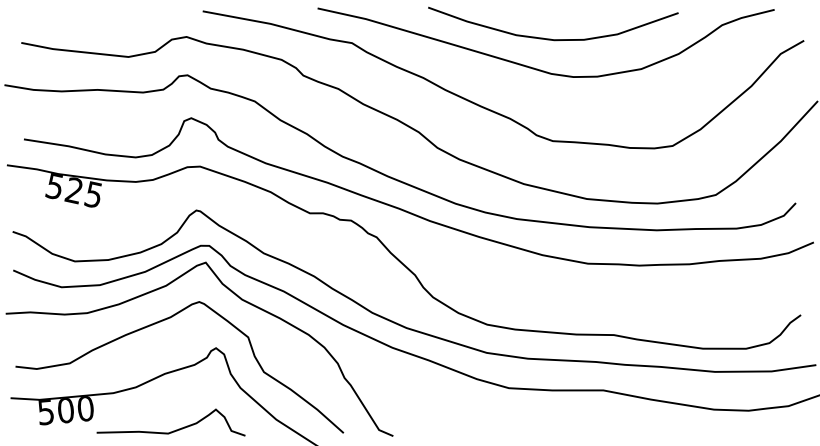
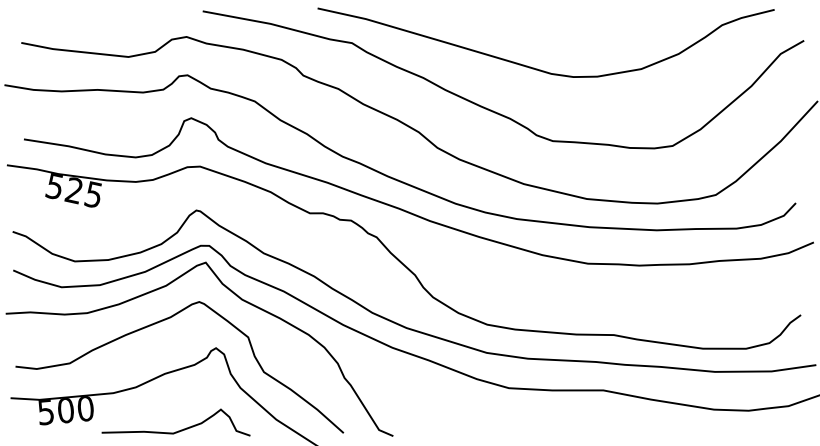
part at (551, 38): present -> none
curve at (173, 430) position: (173, 430) -> (178, 430)
